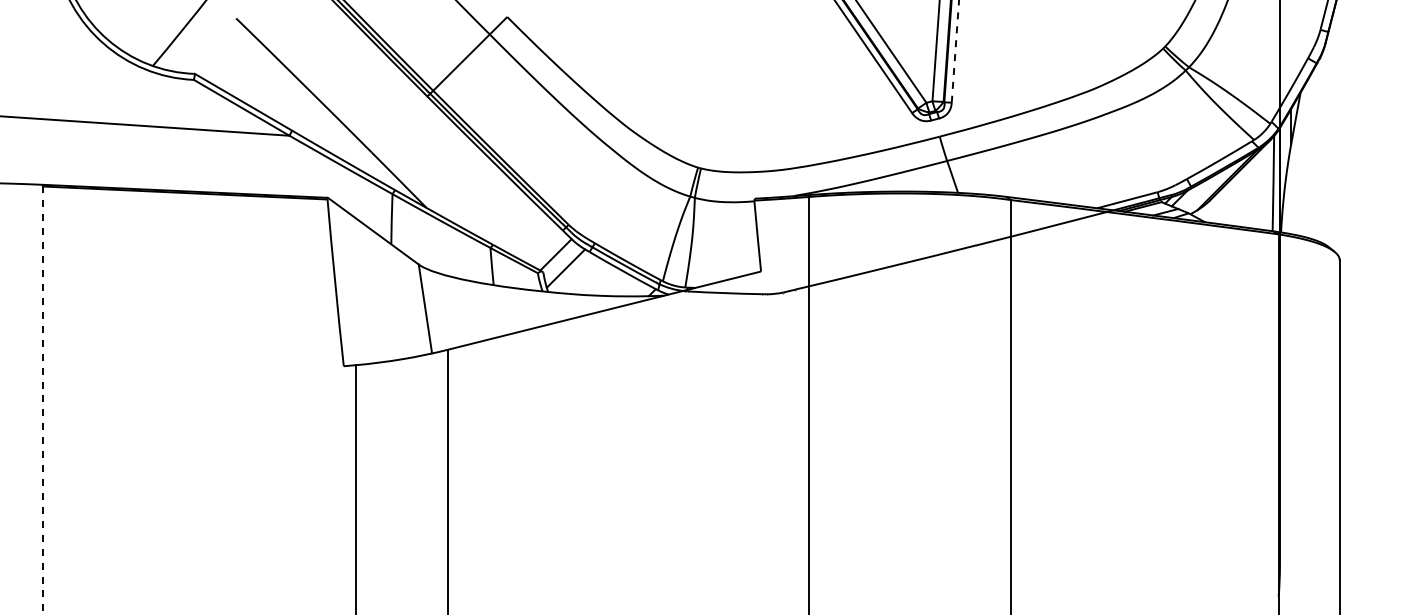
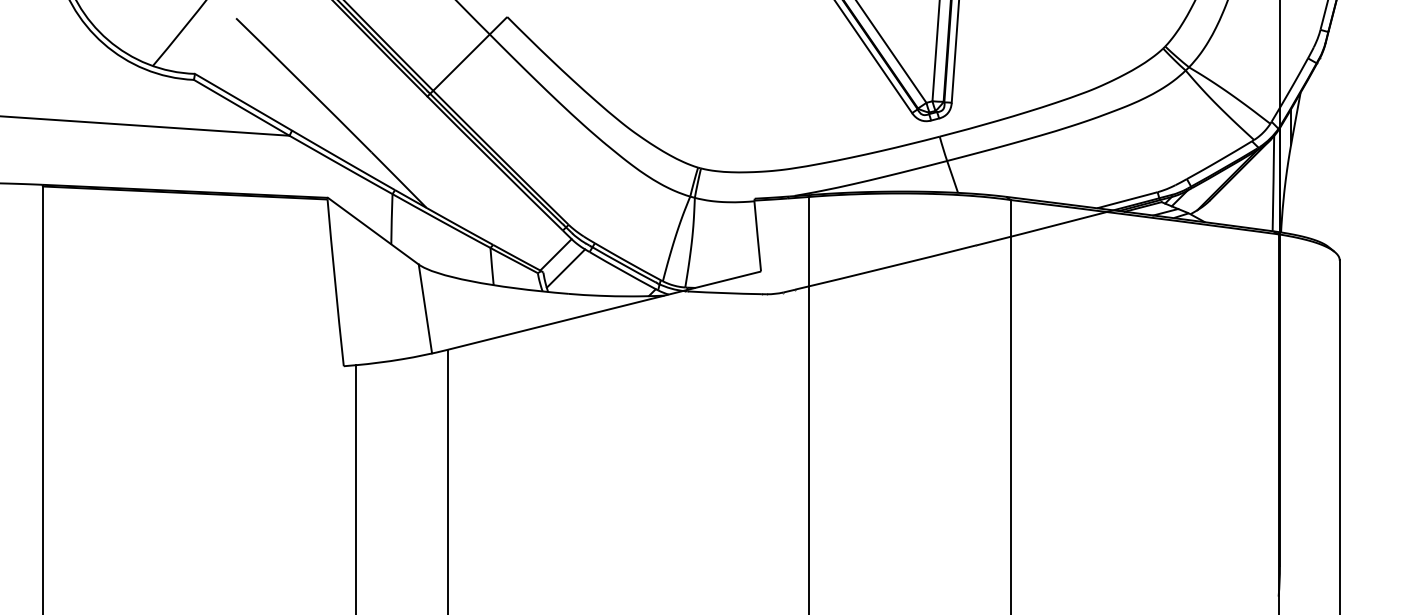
line at (955, 51): dashed -> solid
line at (42, 400): dashed -> solid
